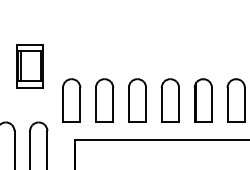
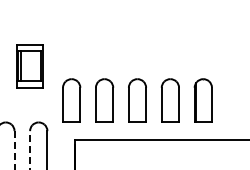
part at (235, 100): present -> none
line at (14, 150): solid -> dashed
line at (30, 150): solid -> dashed
